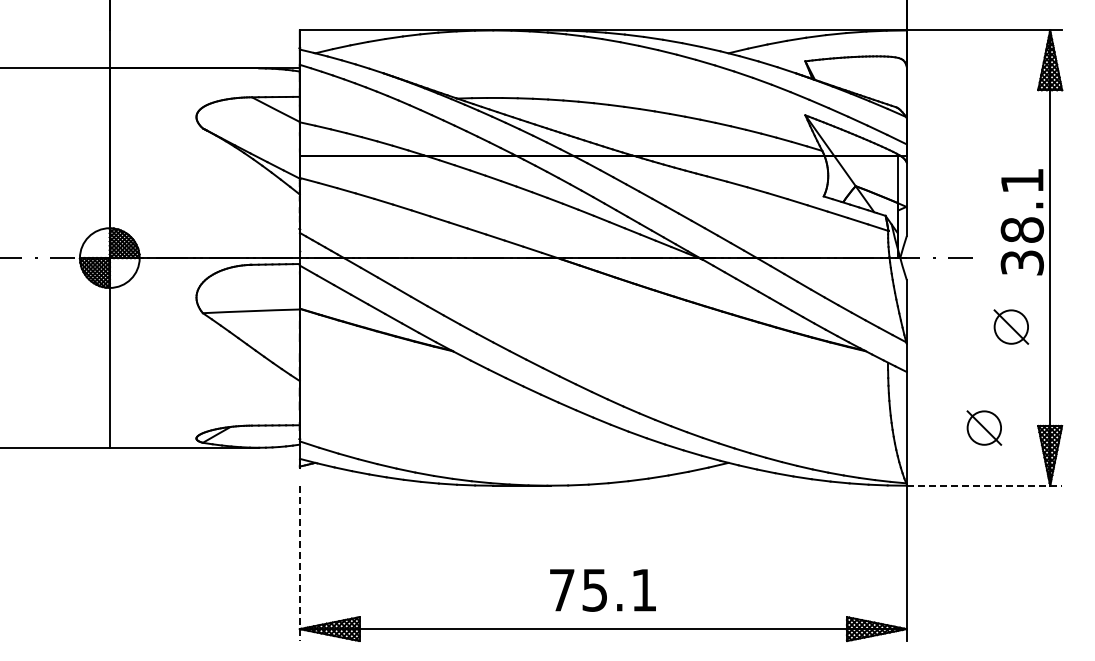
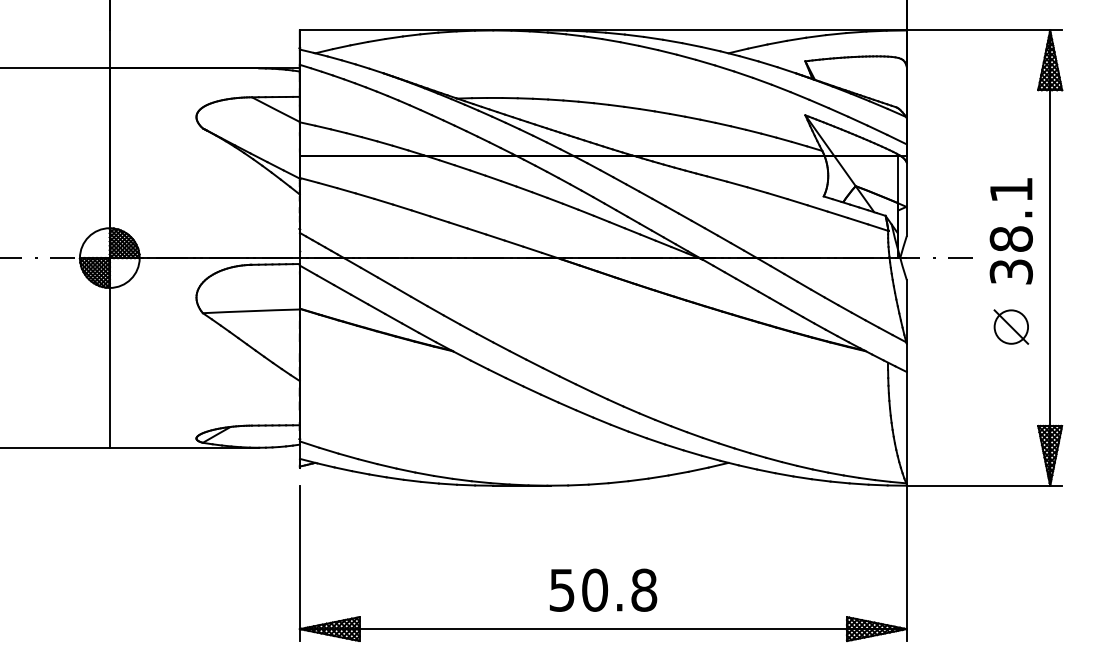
text at (1021, 222) position: (1021, 222) -> (1010, 231)
part at (984, 427): present -> none
line at (984, 485): dashed -> solid
line at (299, 563): dashed -> solid
text at (603, 589): 75.1 -> 50.8
